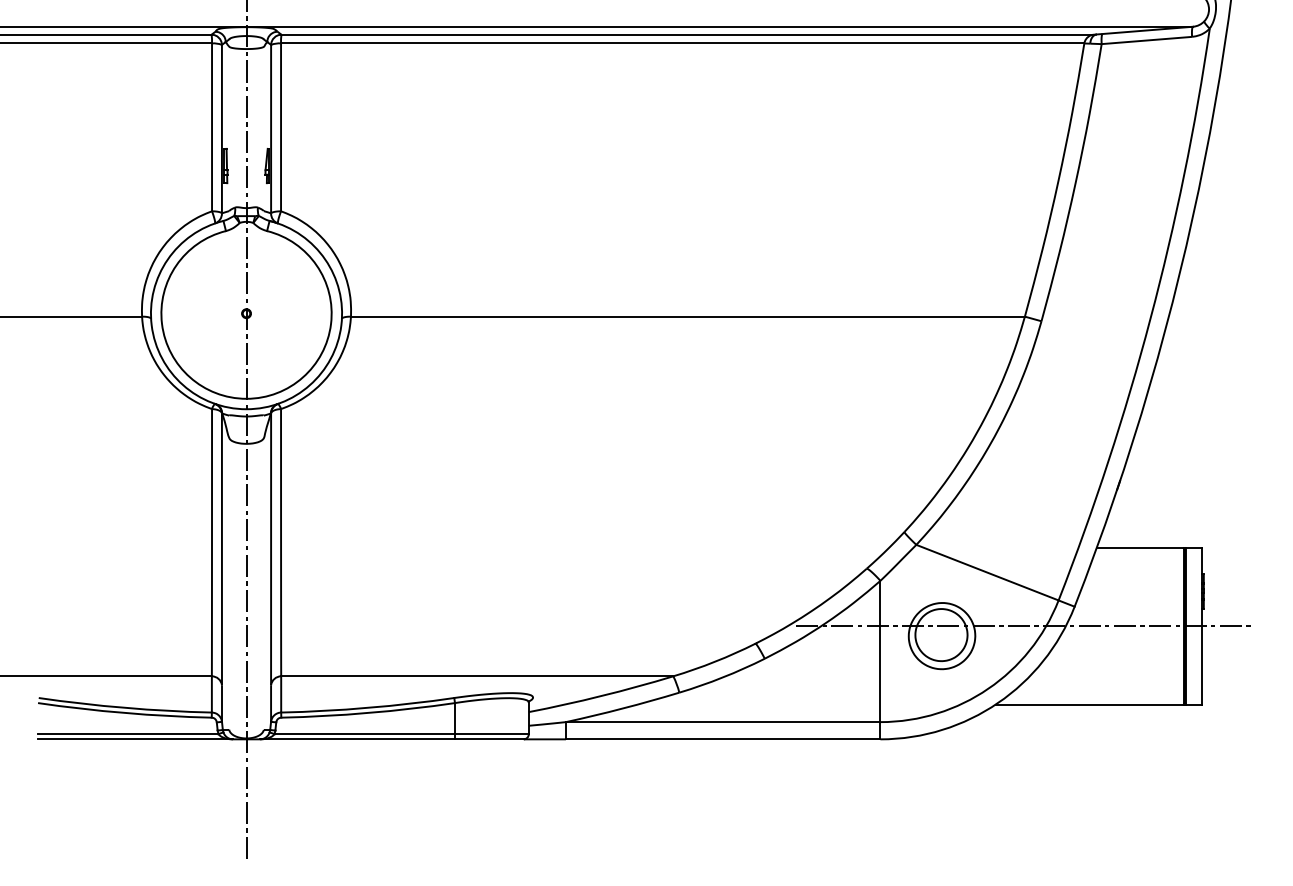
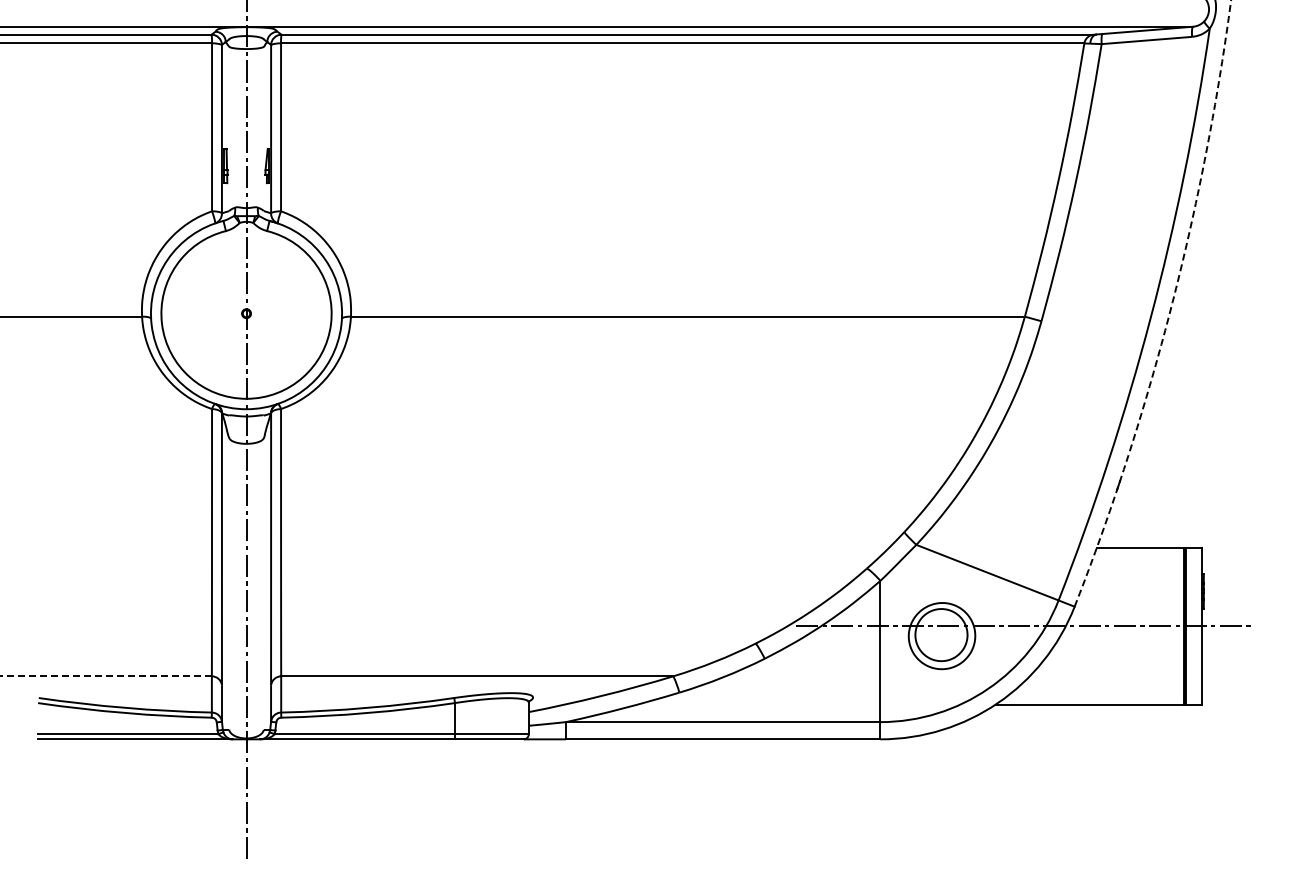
arc at (1170, 310): solid -> dashed
line at (106, 676): solid -> dashed
